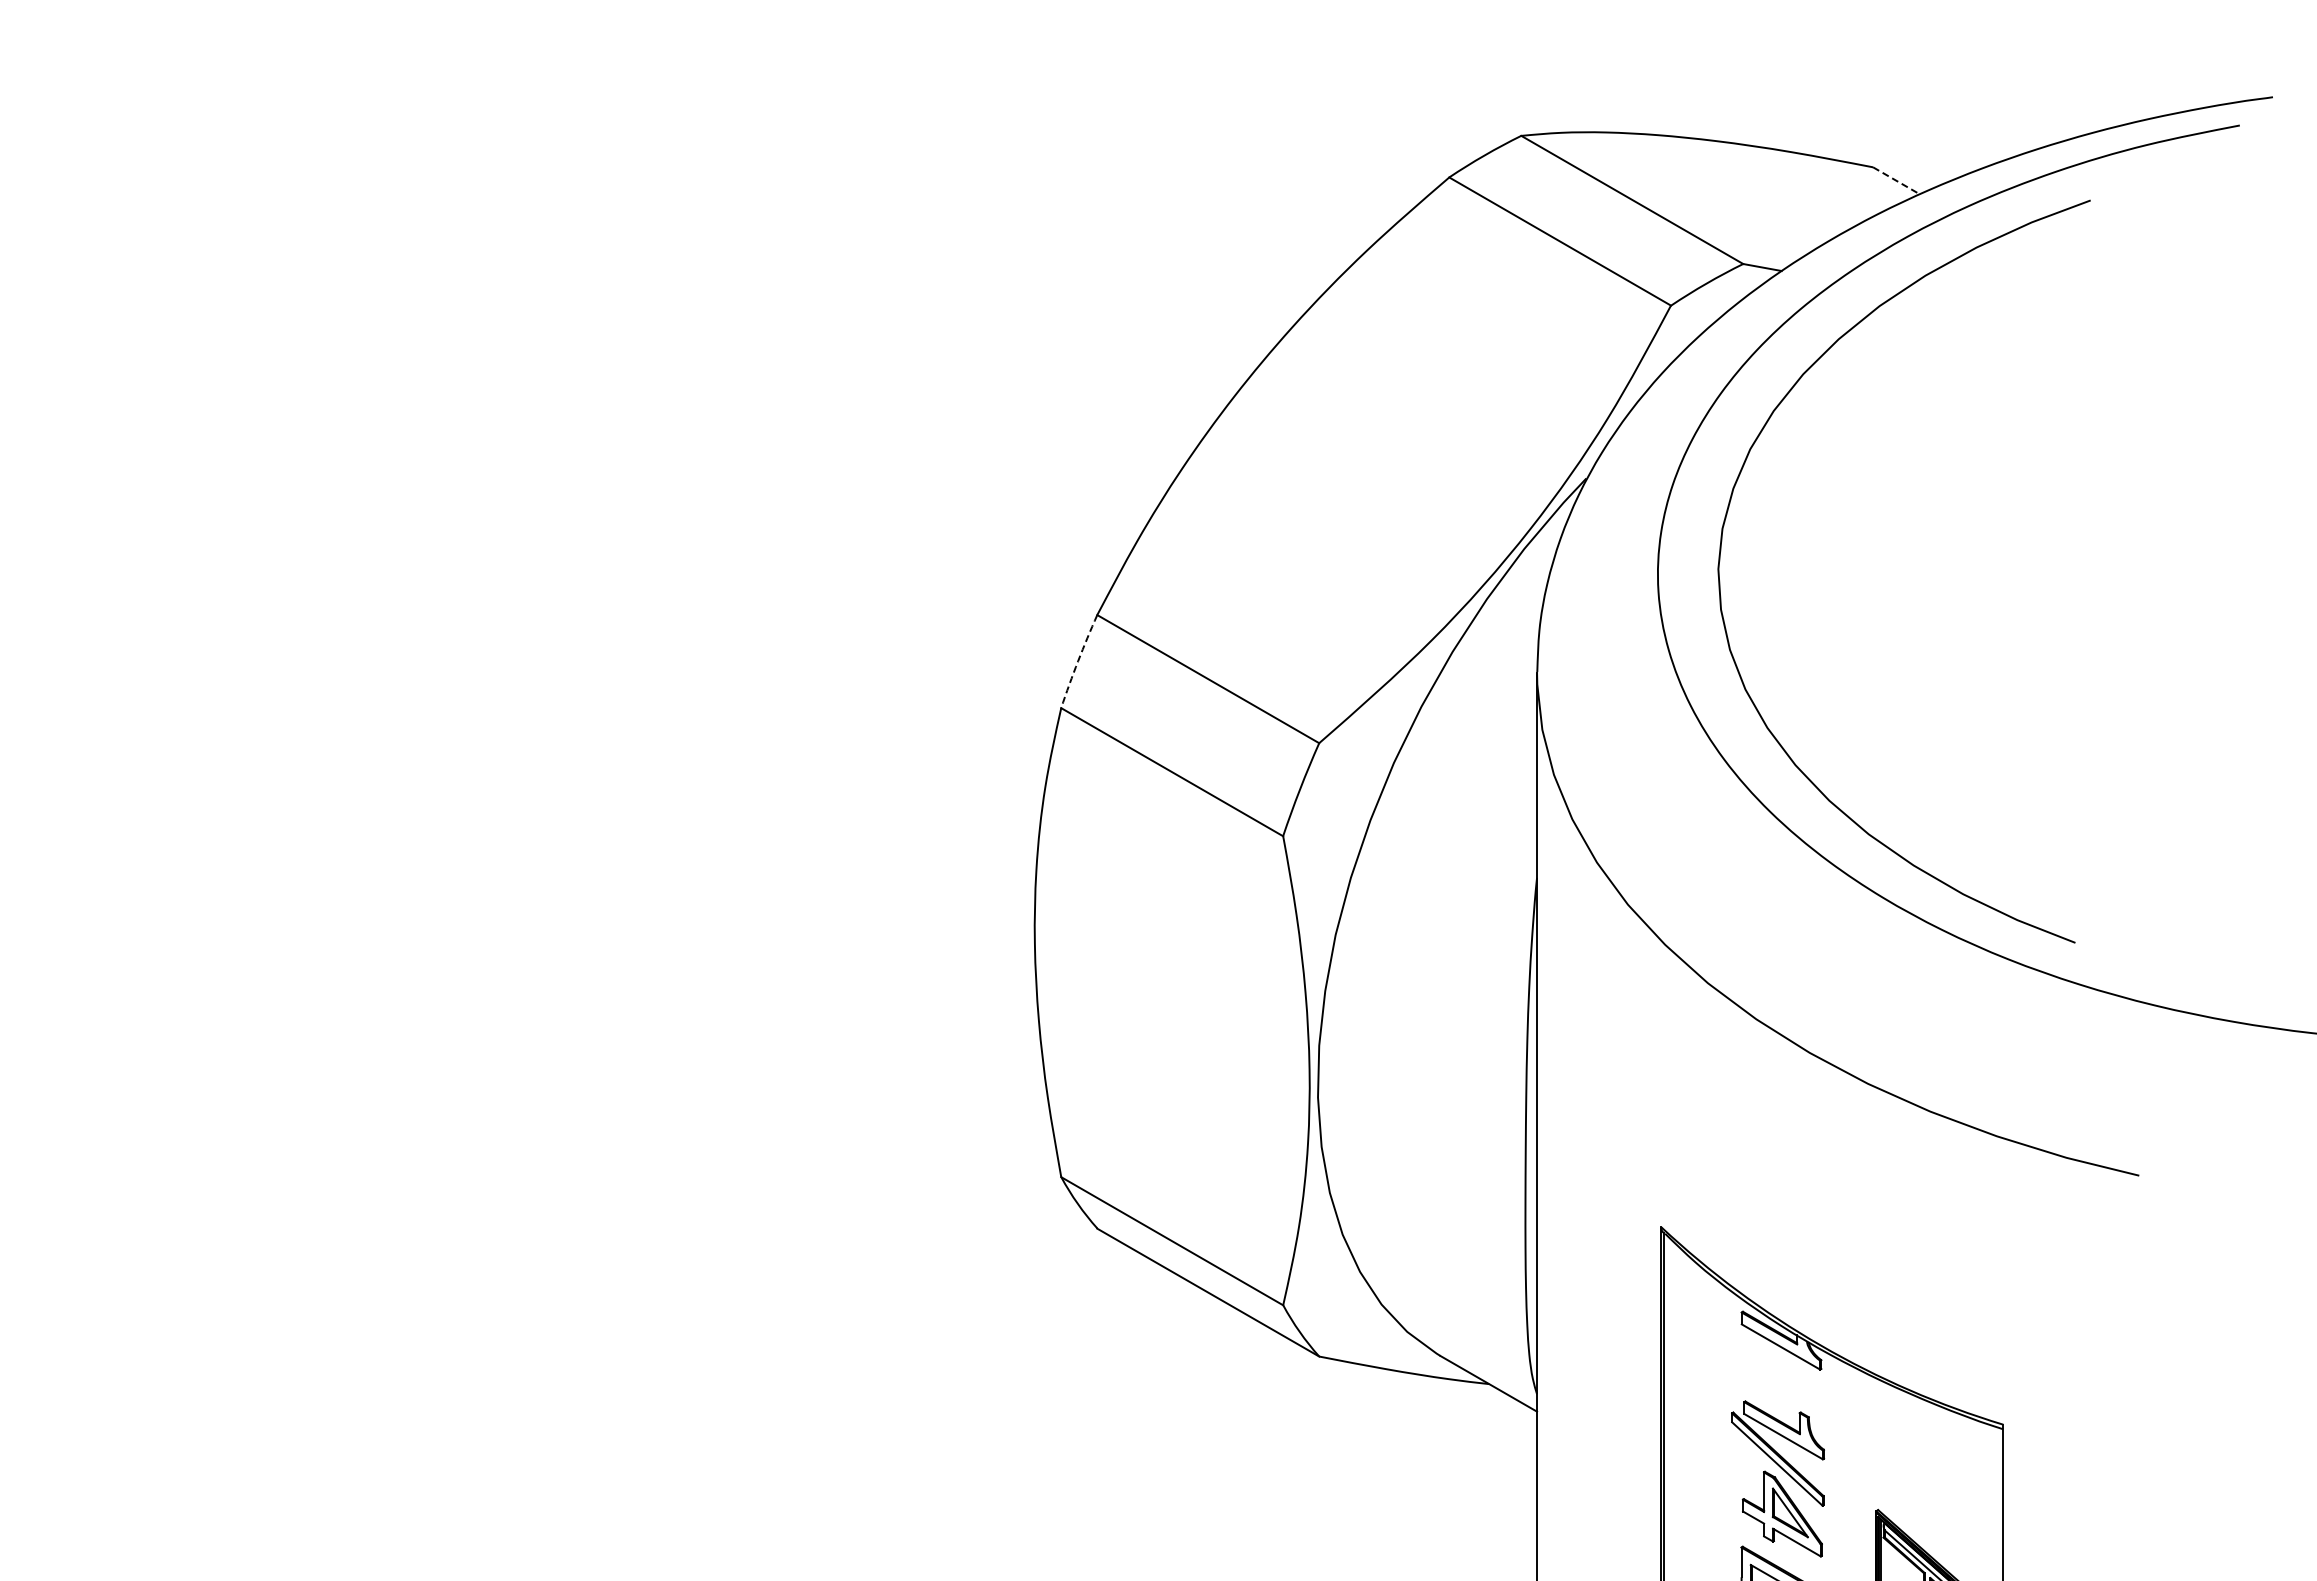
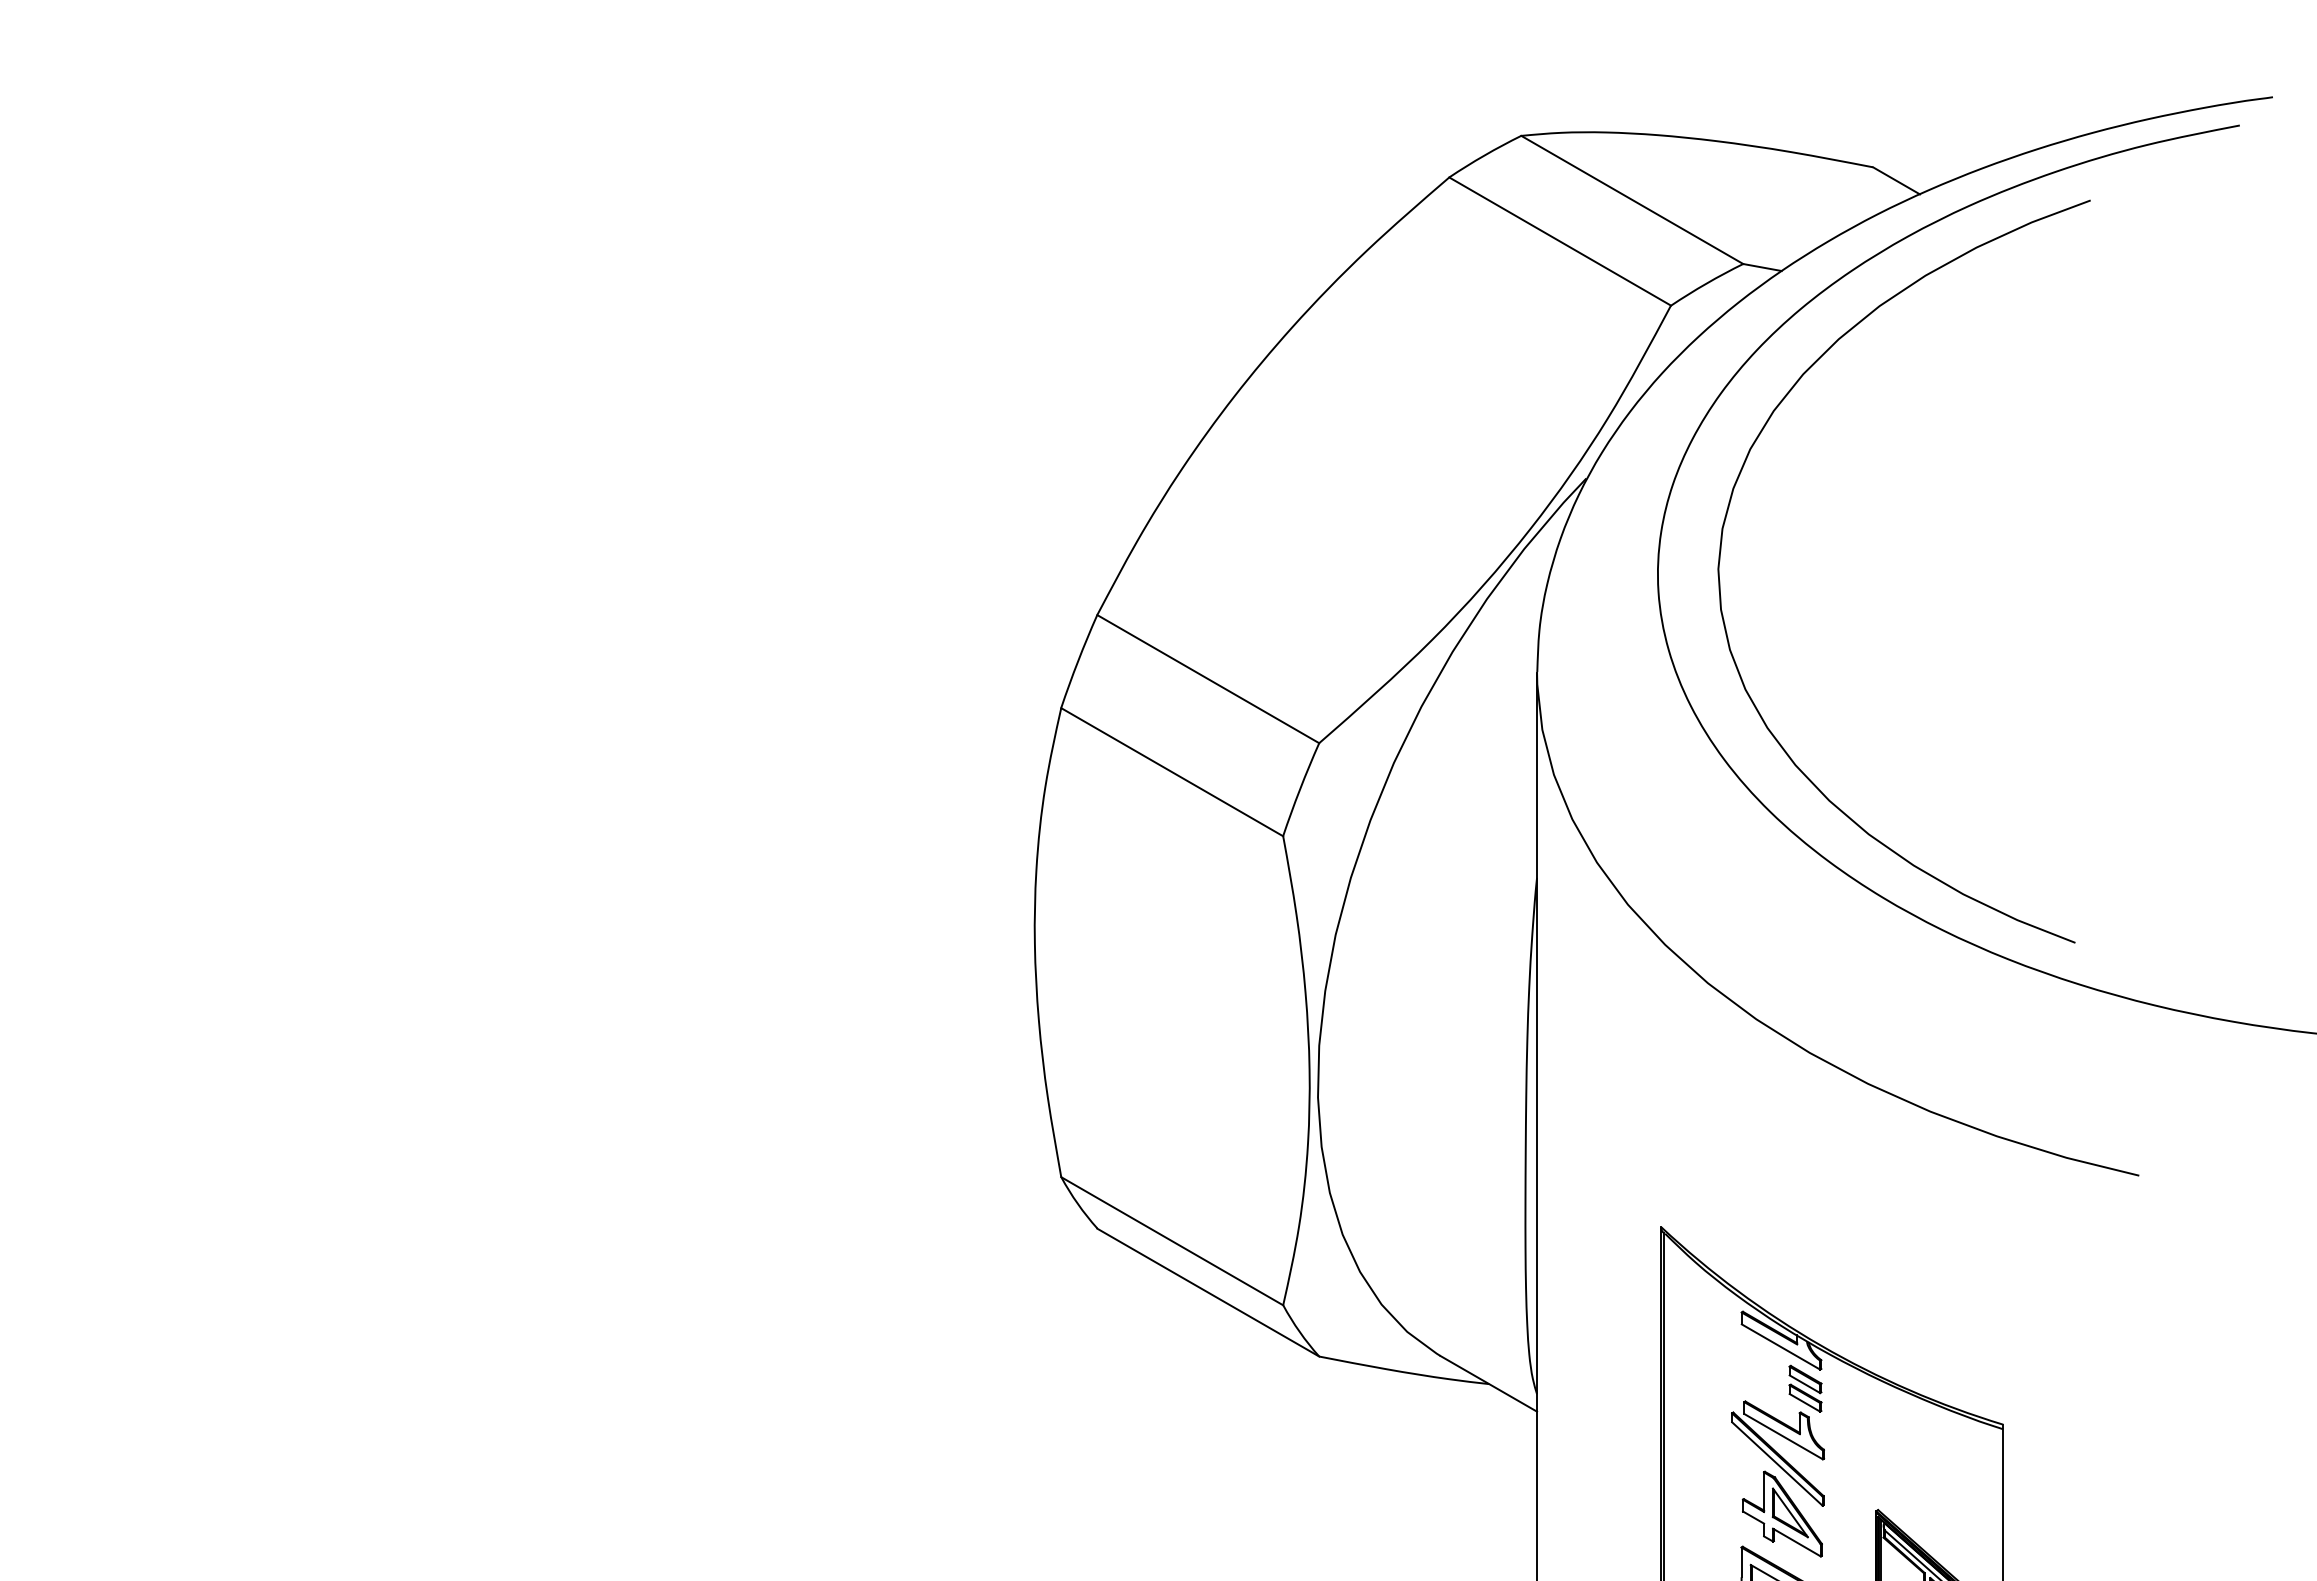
line at (1896, 181): dashed -> solid
arc at (1078, 661): dashed -> solid
part at (1805, 1388): none -> present
